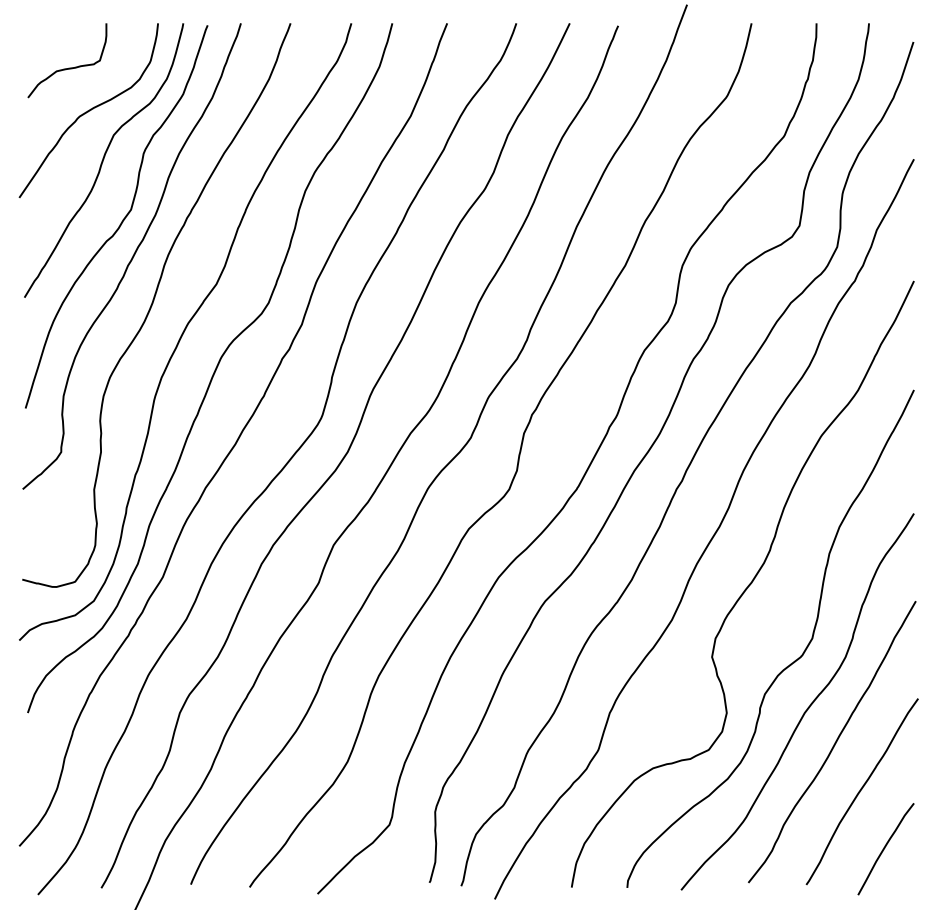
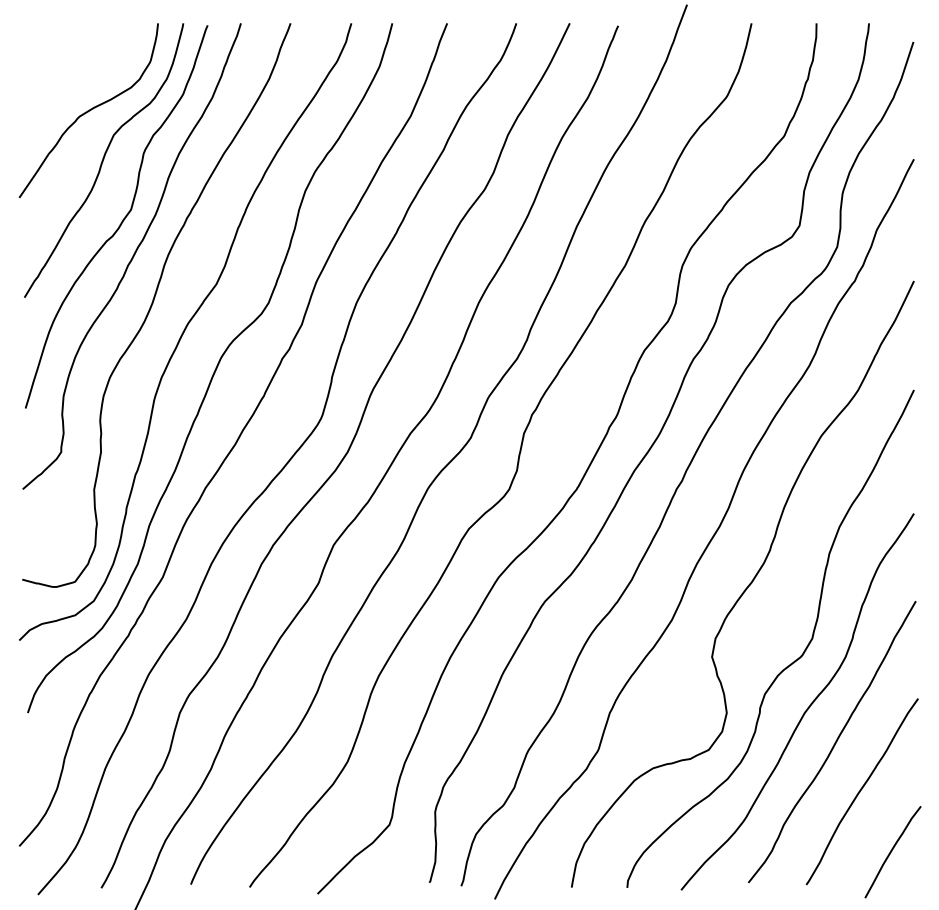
curve at (68, 67): present -> none
curve at (885, 848) position: (885, 848) -> (892, 851)
